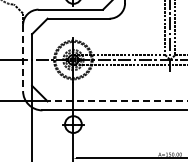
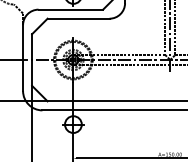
line at (23, 58): dashed -> solid
line at (117, 101): dashed -> solid
